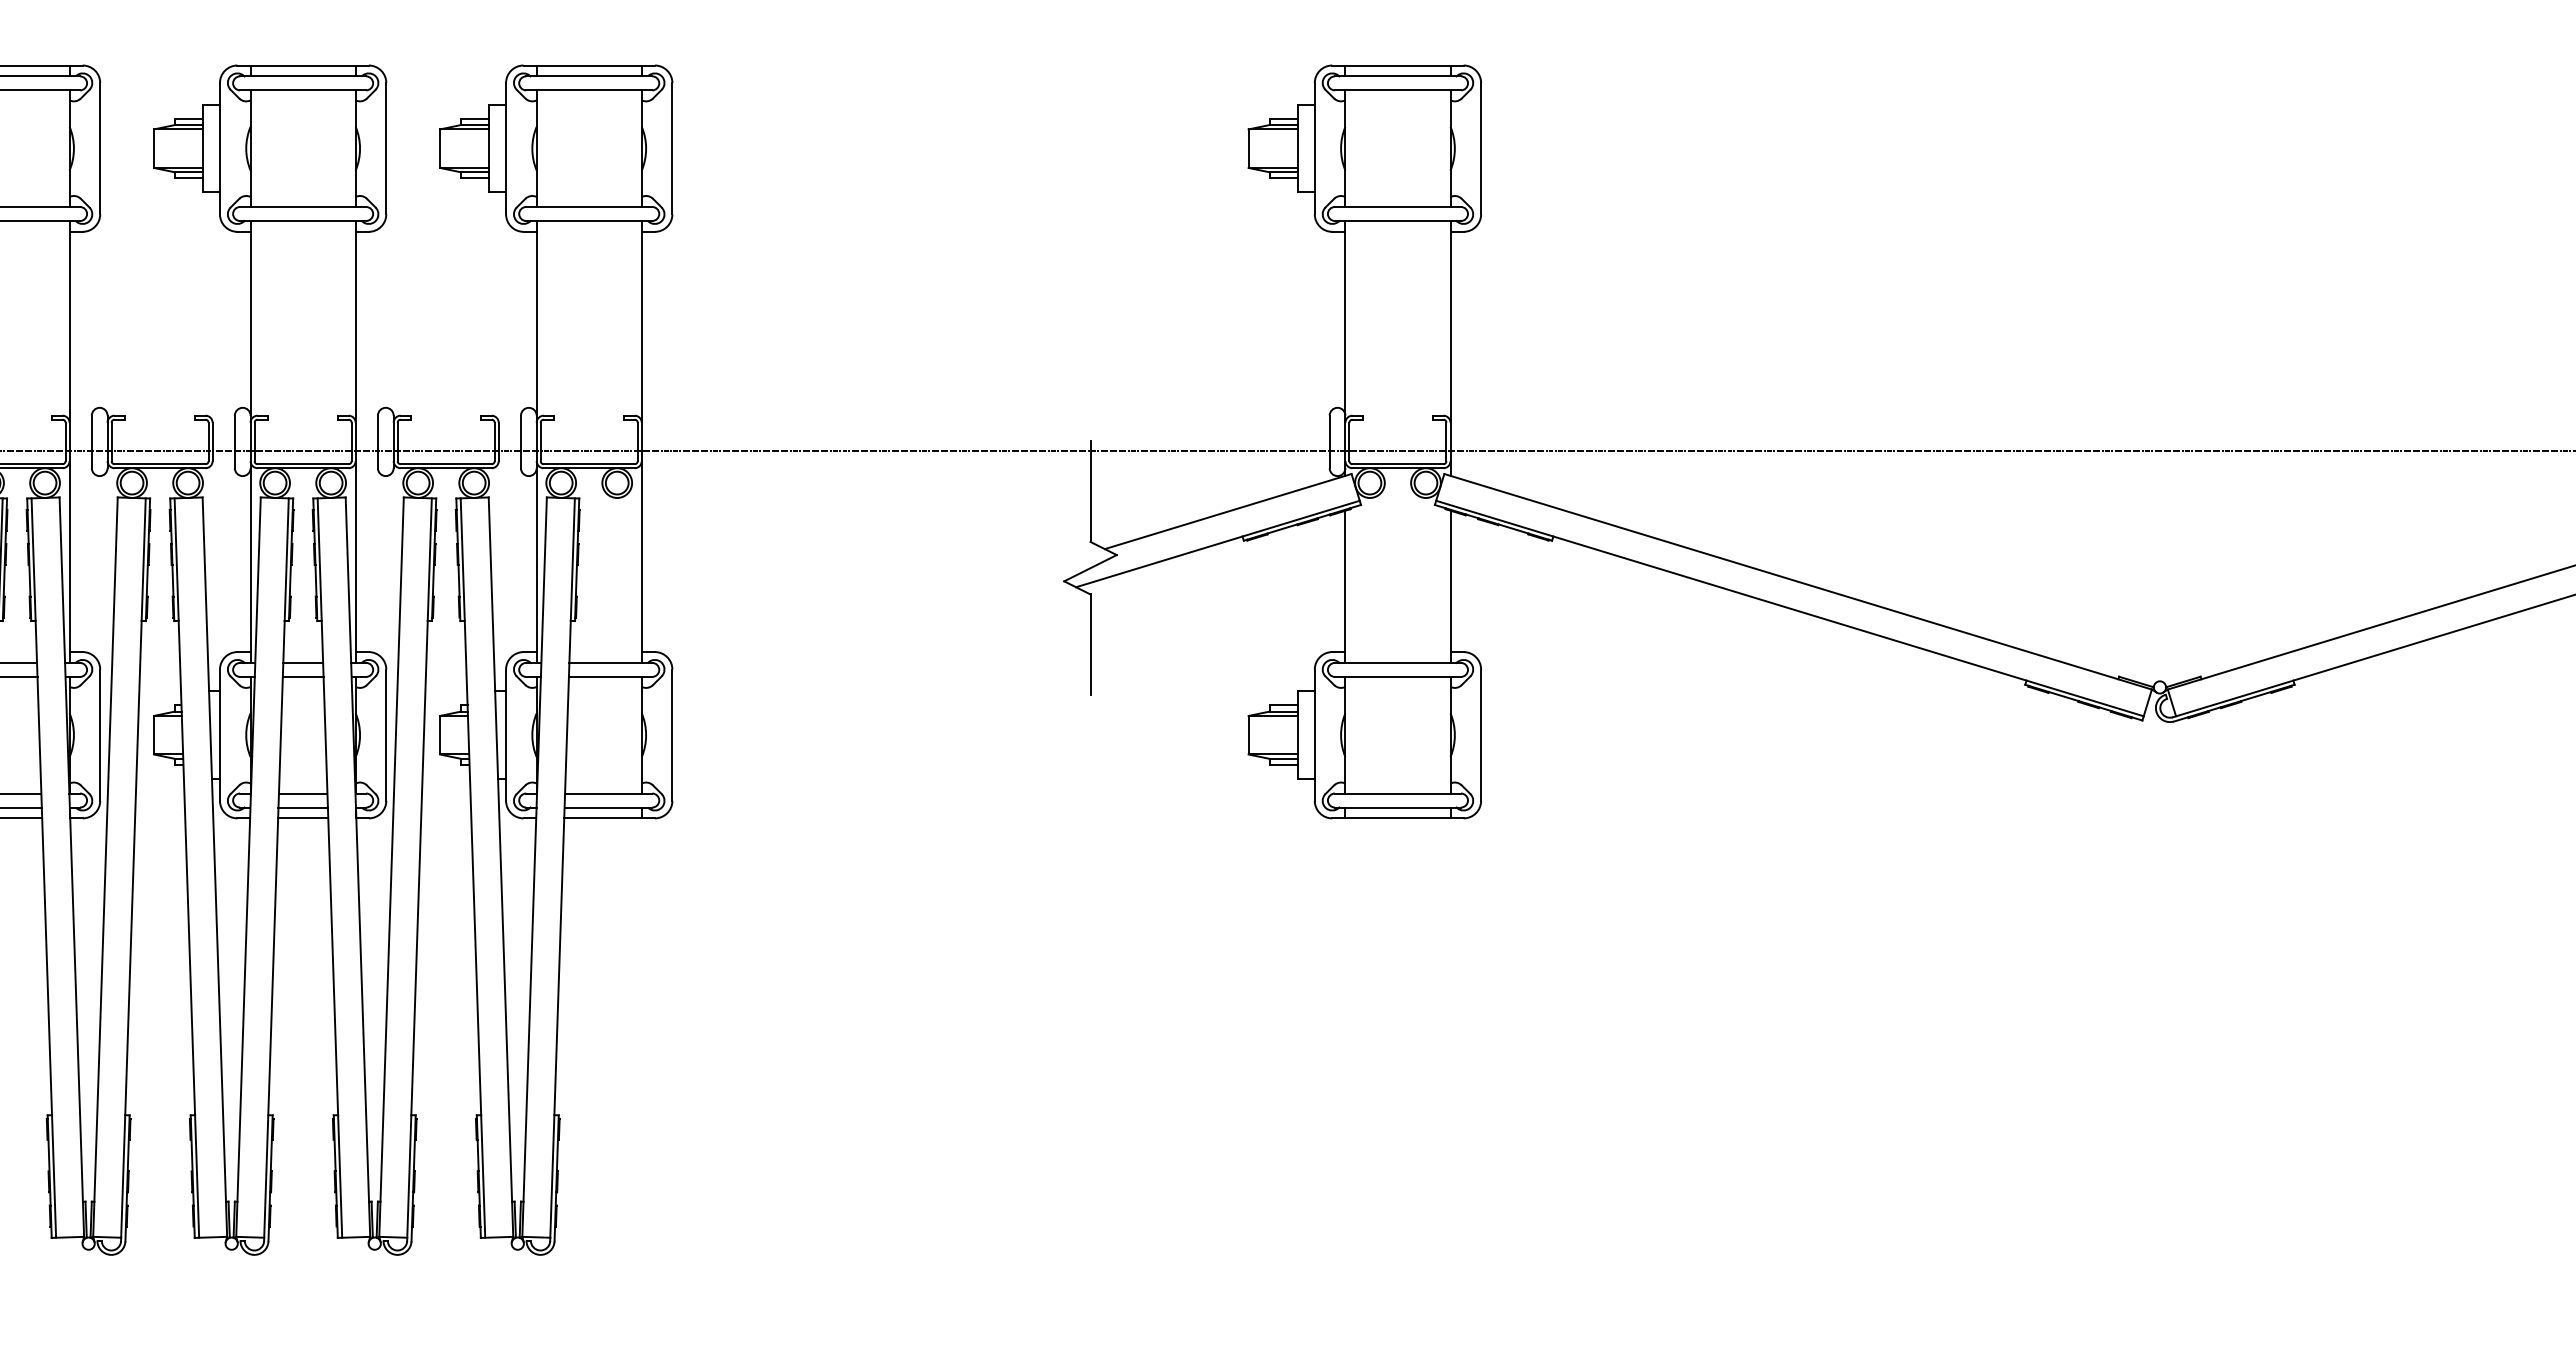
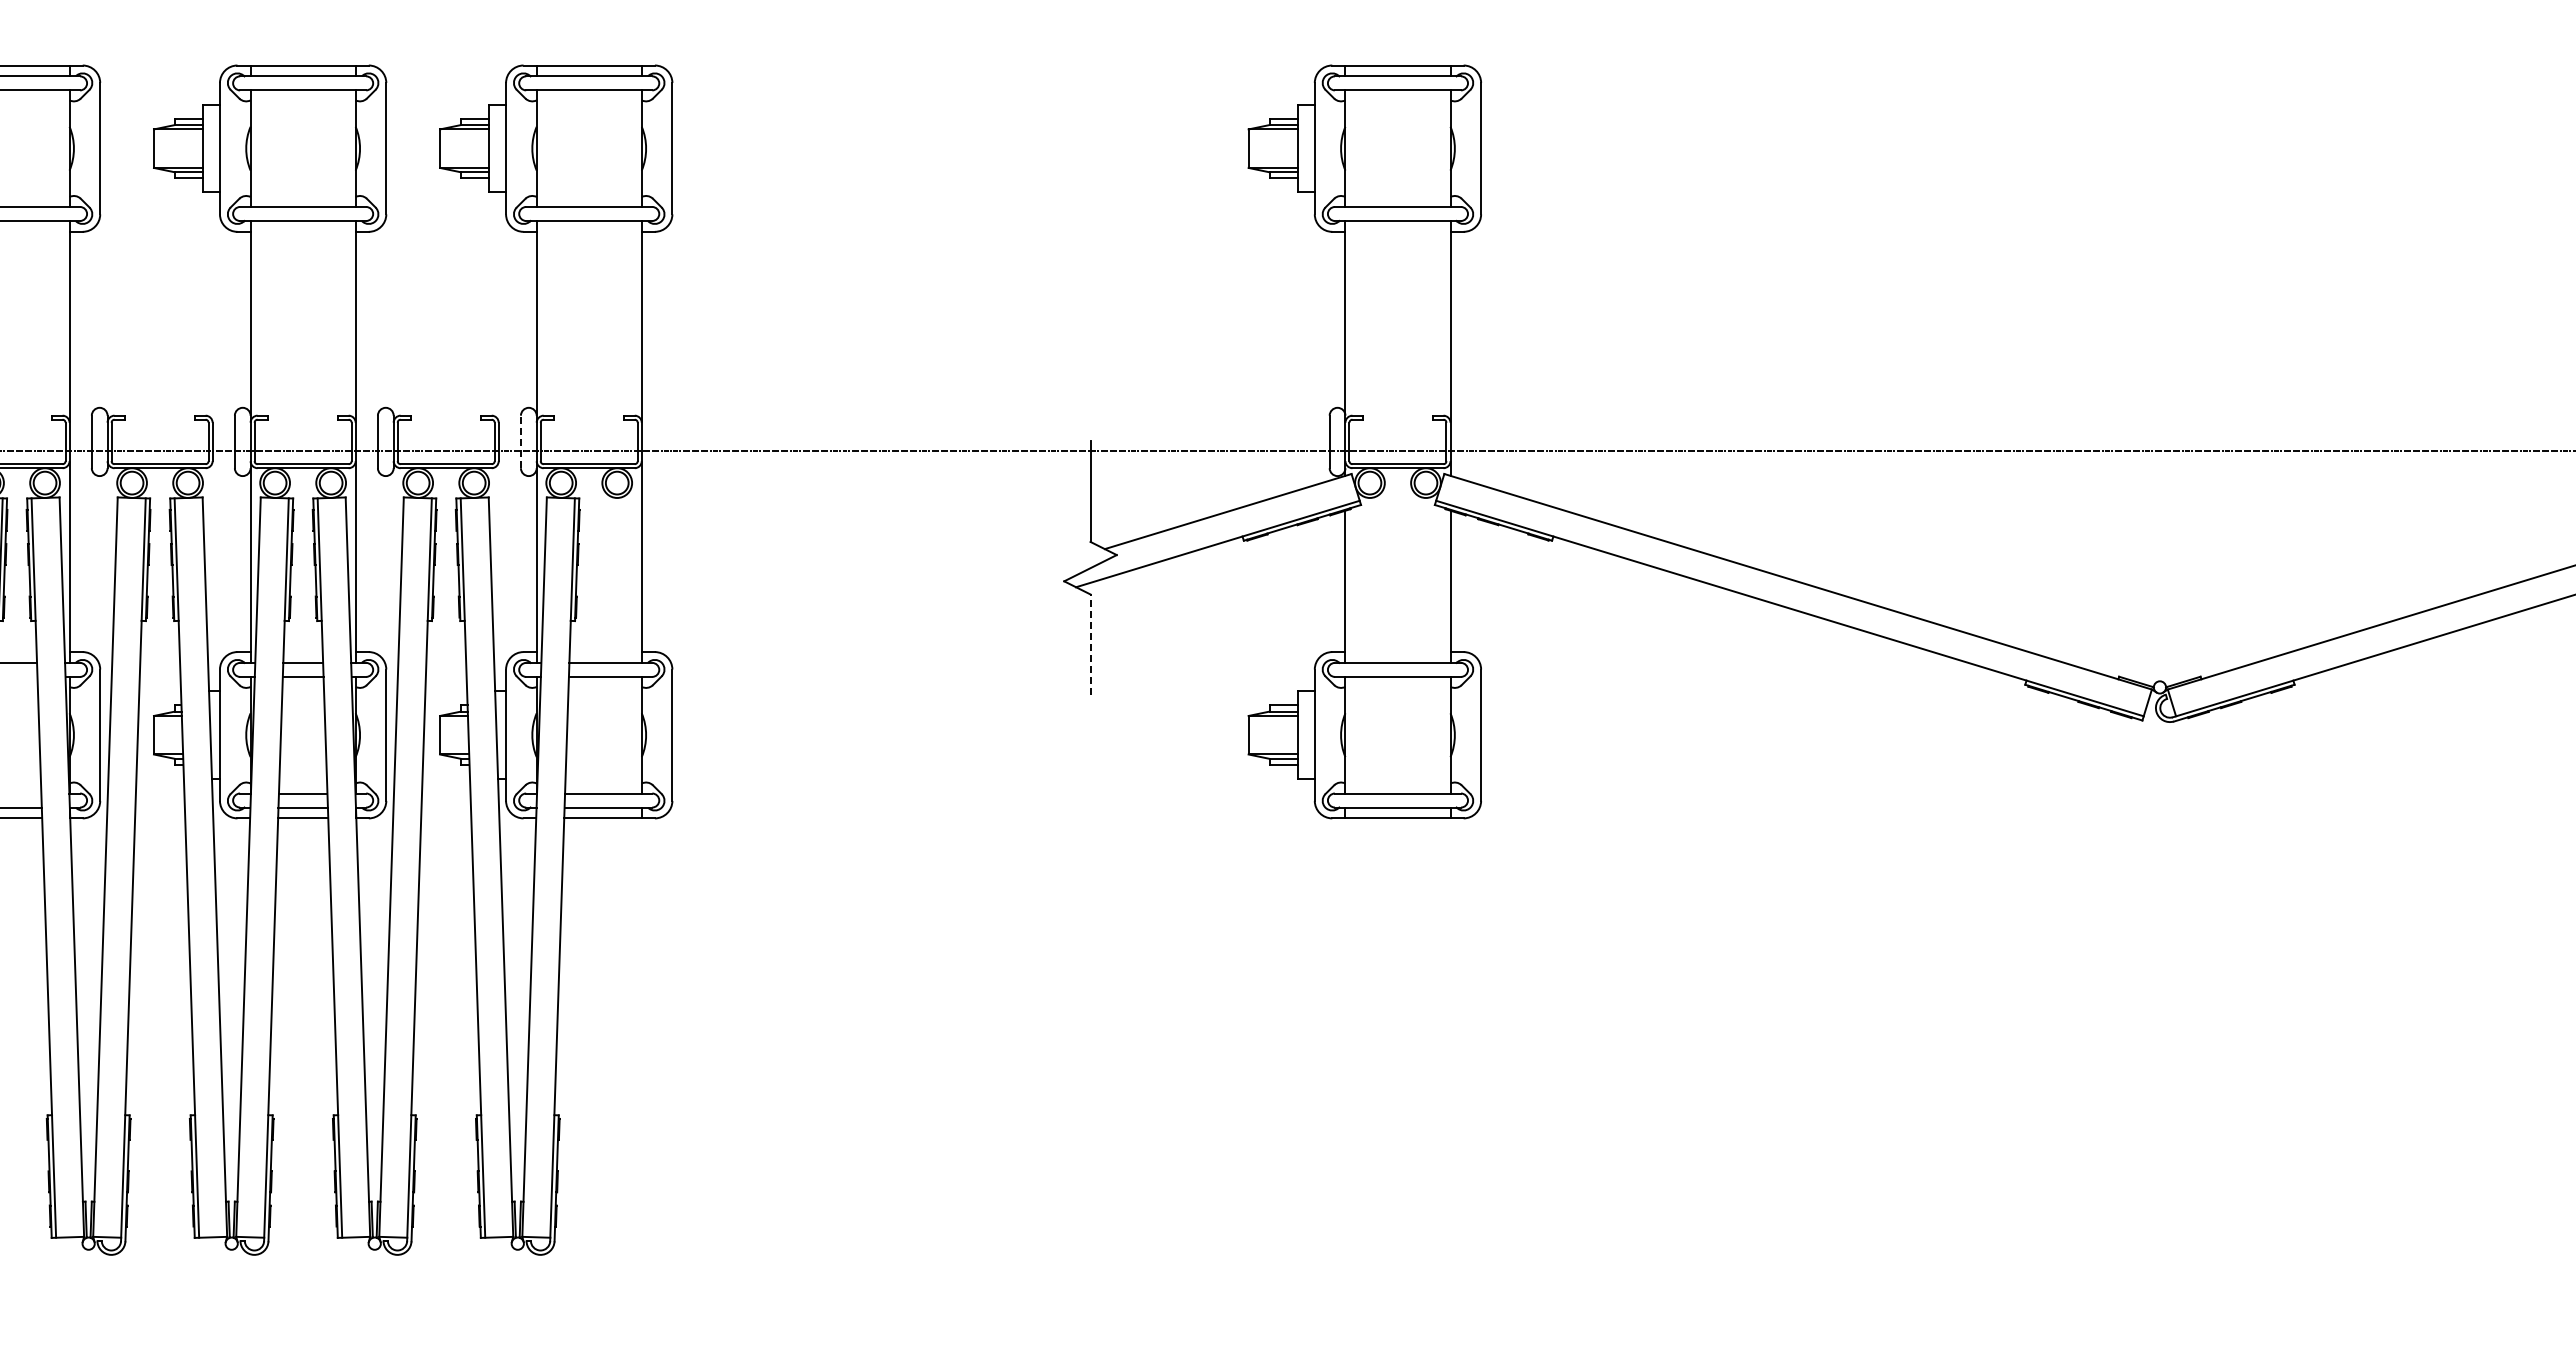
line at (520, 441): solid -> dashed
line at (1090, 644): solid -> dashed
line at (19, 676): present -> none
line at (21, 793): present -> none
